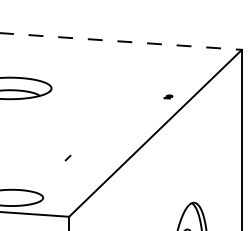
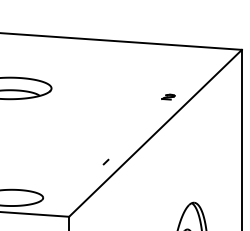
line at (121, 41): dashed -> solid
part at (168, 96) size: 11x6 px -> 15x8 px
line at (67, 157) position: (67, 157) -> (105, 161)
